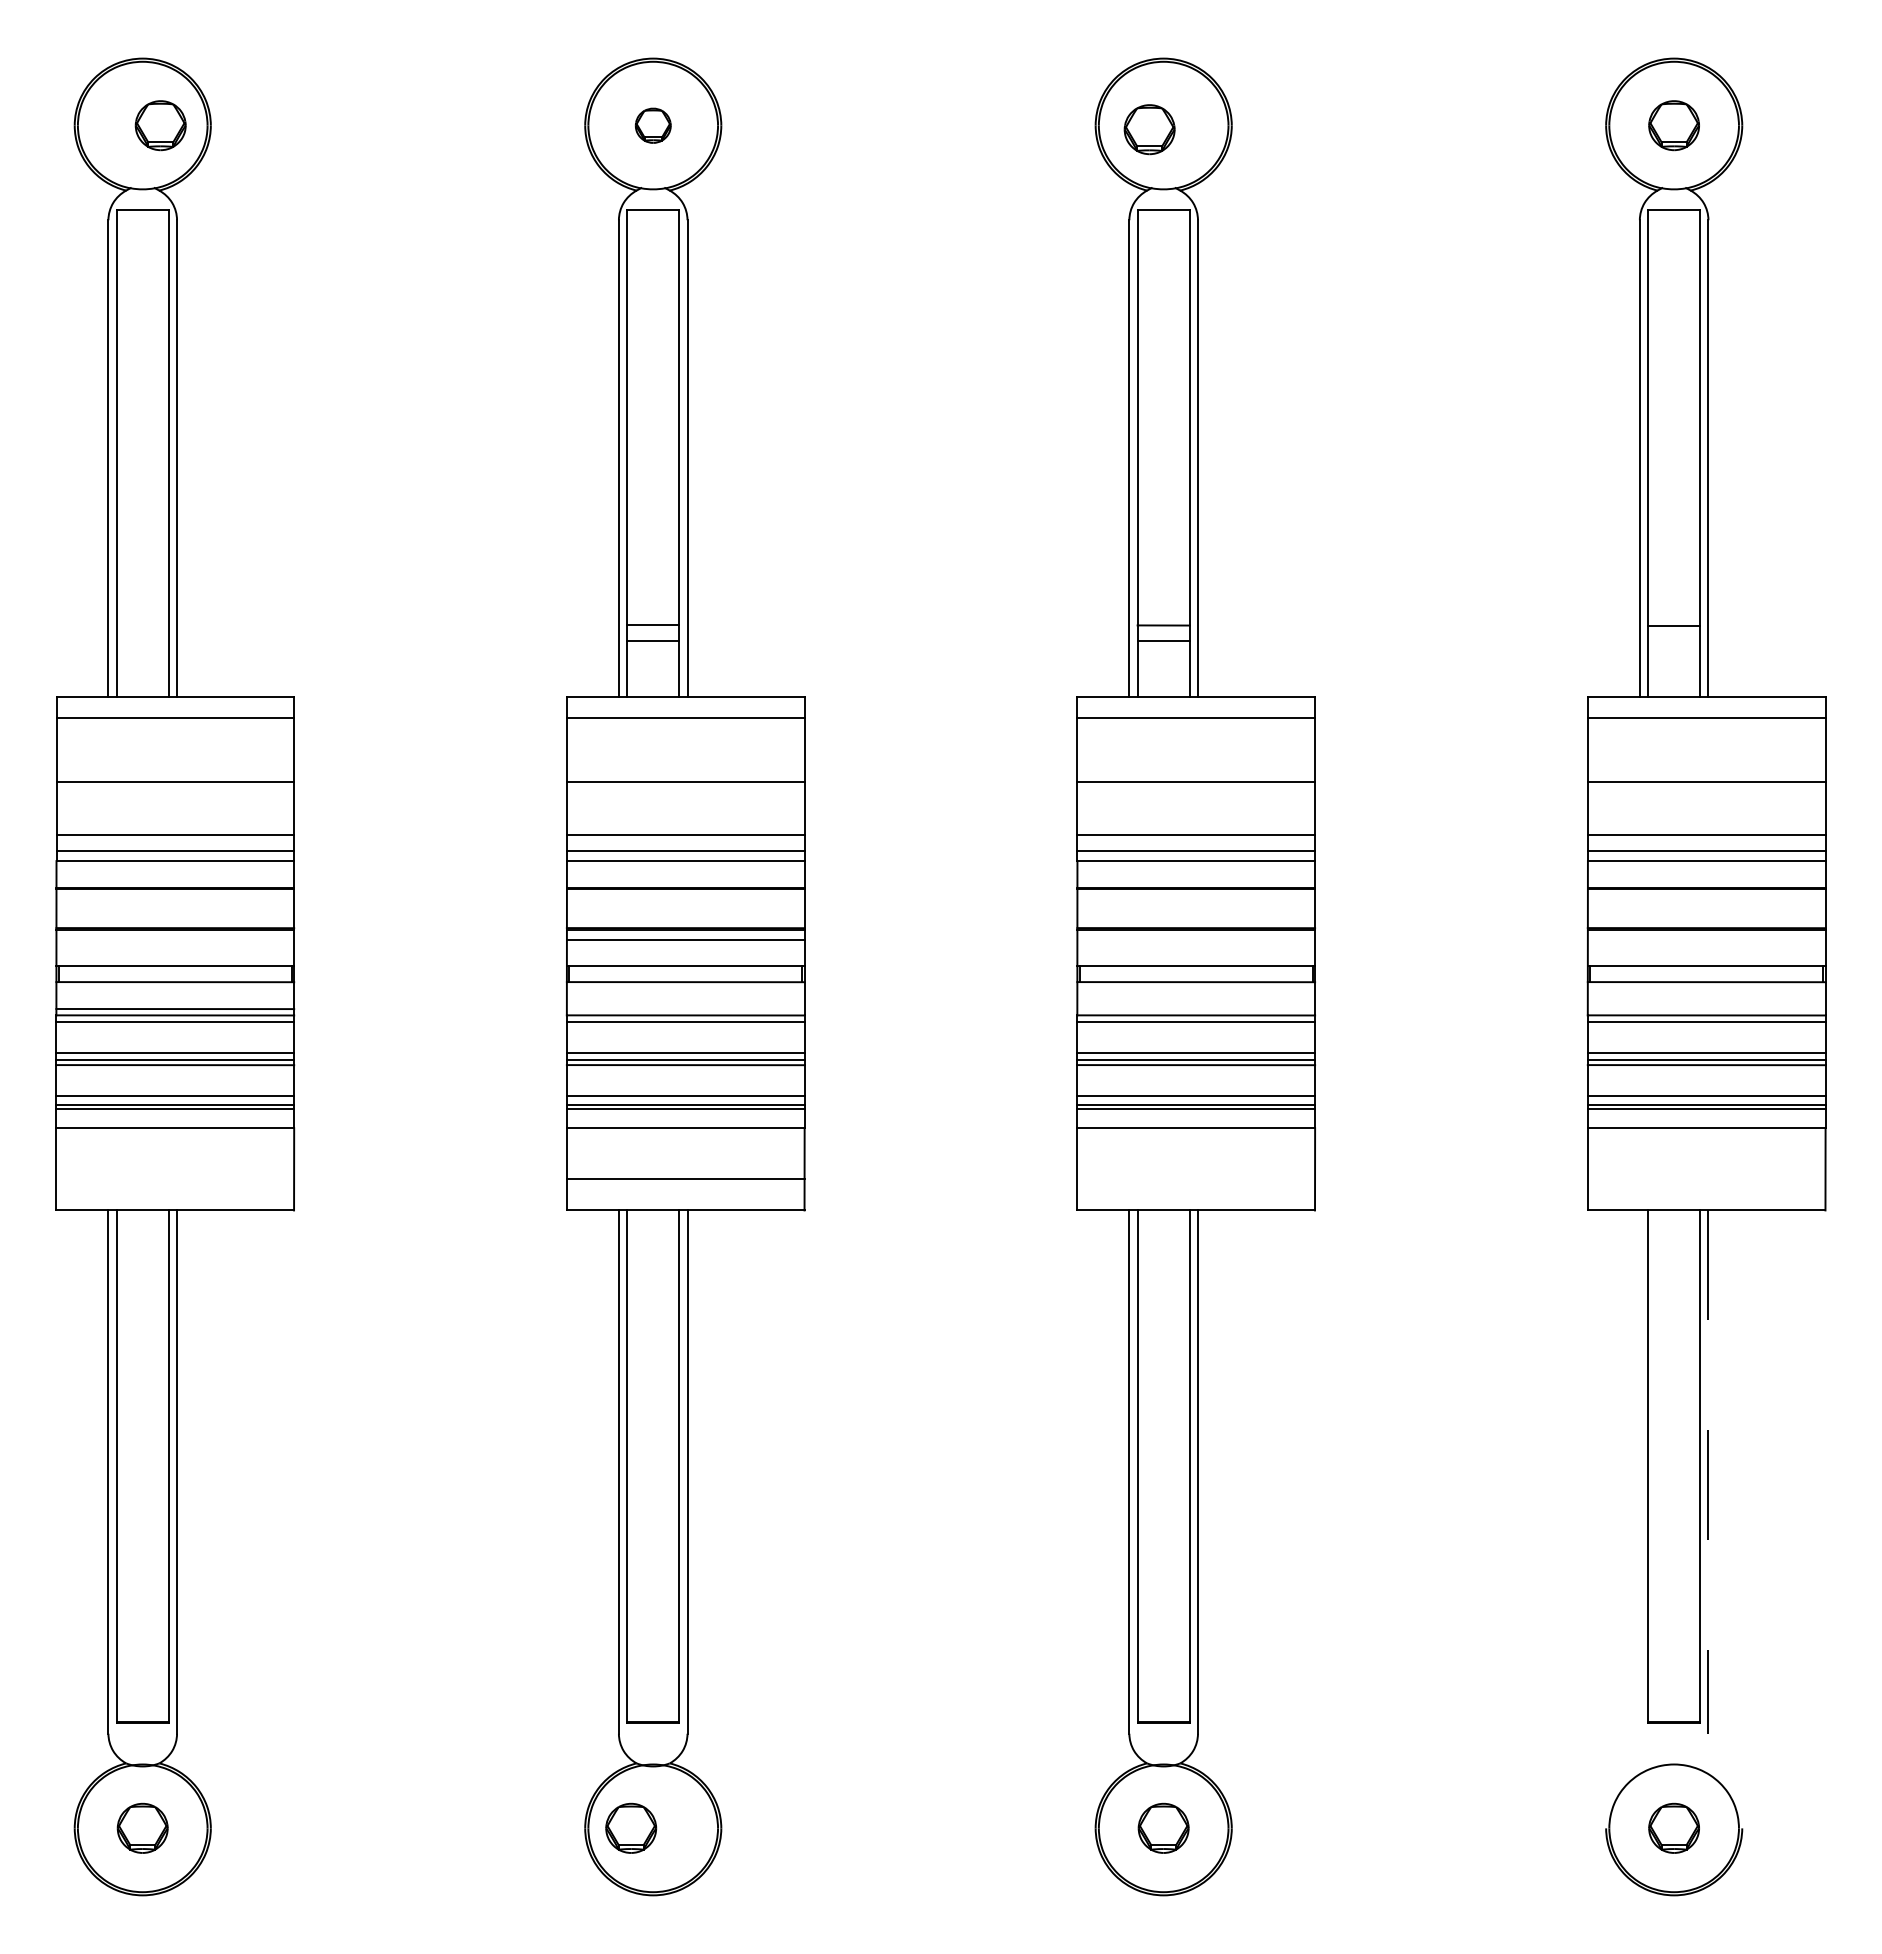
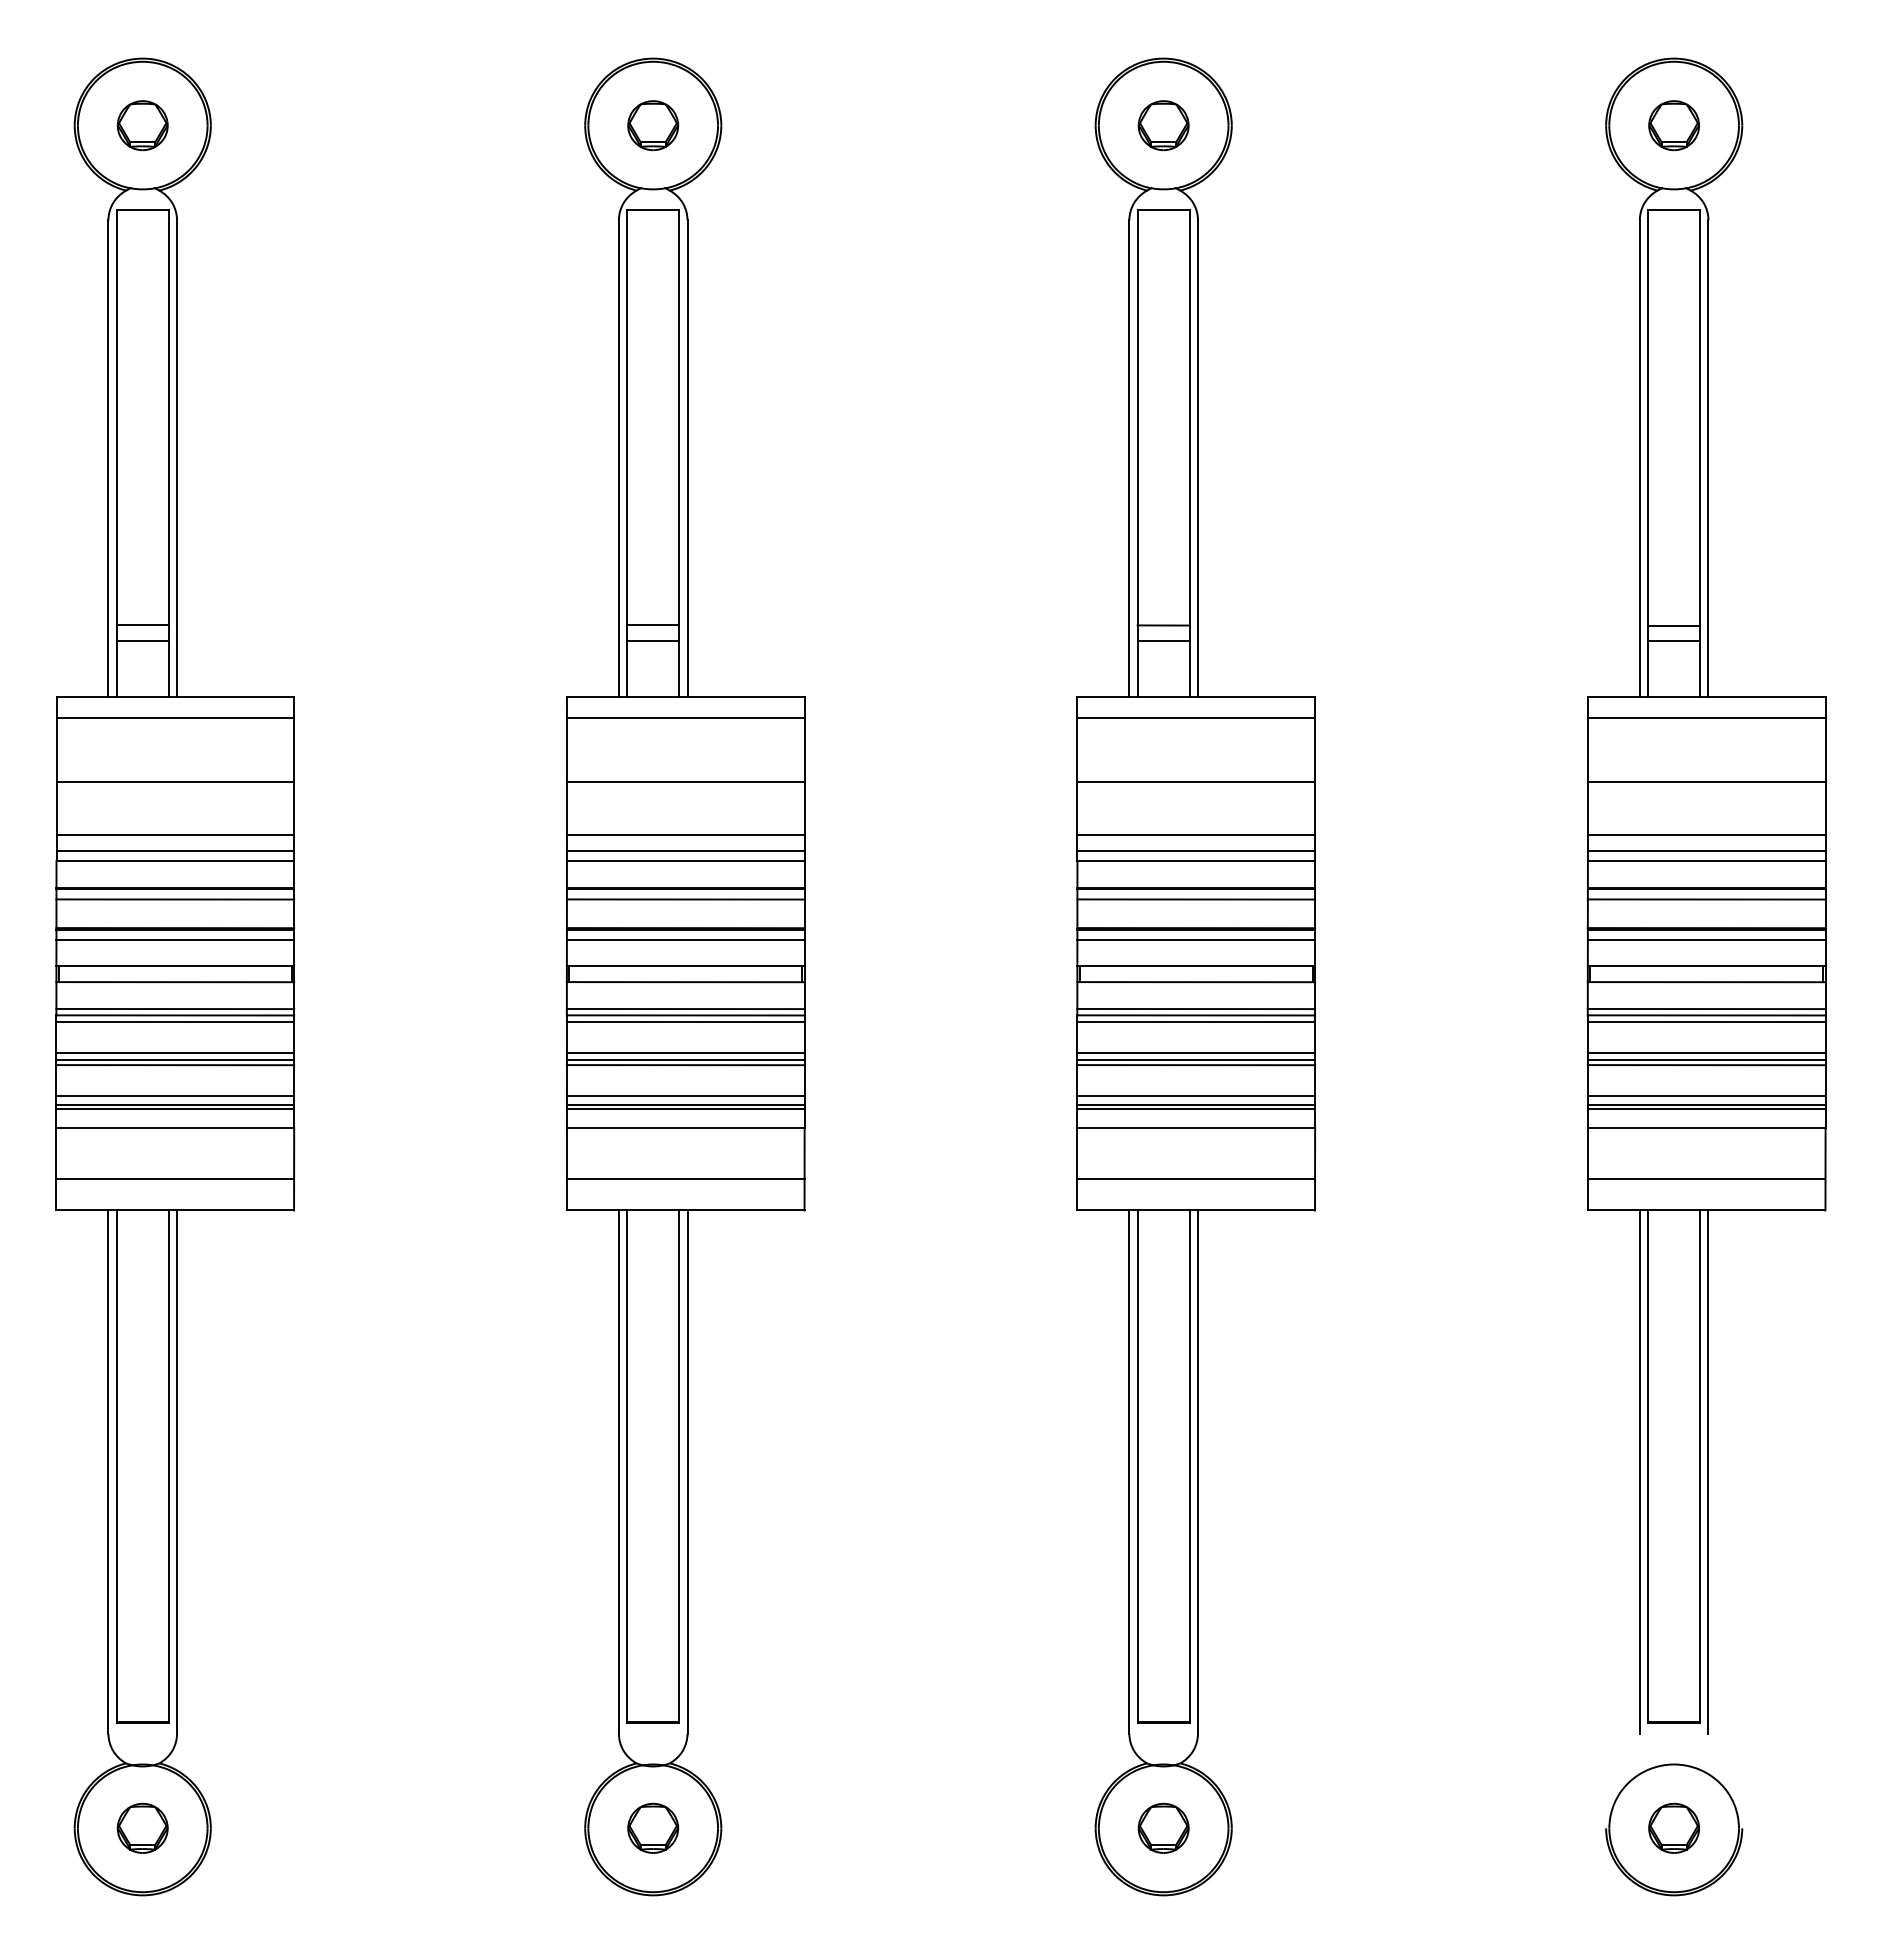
part at (160, 125) position: (160, 125) -> (142, 125)
part at (652, 125) size: 38x37 px -> 53x52 px
part at (1149, 129) position: (1149, 129) -> (1163, 125)
line at (142, 625): none -> present
line at (142, 641): none -> present
line at (1674, 641): none -> present
line at (175, 899): none -> present
line at (685, 899): none -> present
line at (1196, 899): none -> present
line at (1706, 899): none -> present
line at (175, 940): none -> present
line at (1196, 940): none -> present
line at (1706, 940): none -> present
line at (685, 1009): none -> present
line at (1196, 1009): none -> present
line at (1706, 1009): none -> present
line at (175, 1179): none -> present
line at (1196, 1179): none -> present
line at (1706, 1179): none -> present
line at (1639, 1471): none -> present
line at (1708, 1472): dashed -> solid
part at (631, 1827) position: (631, 1827) -> (653, 1827)
